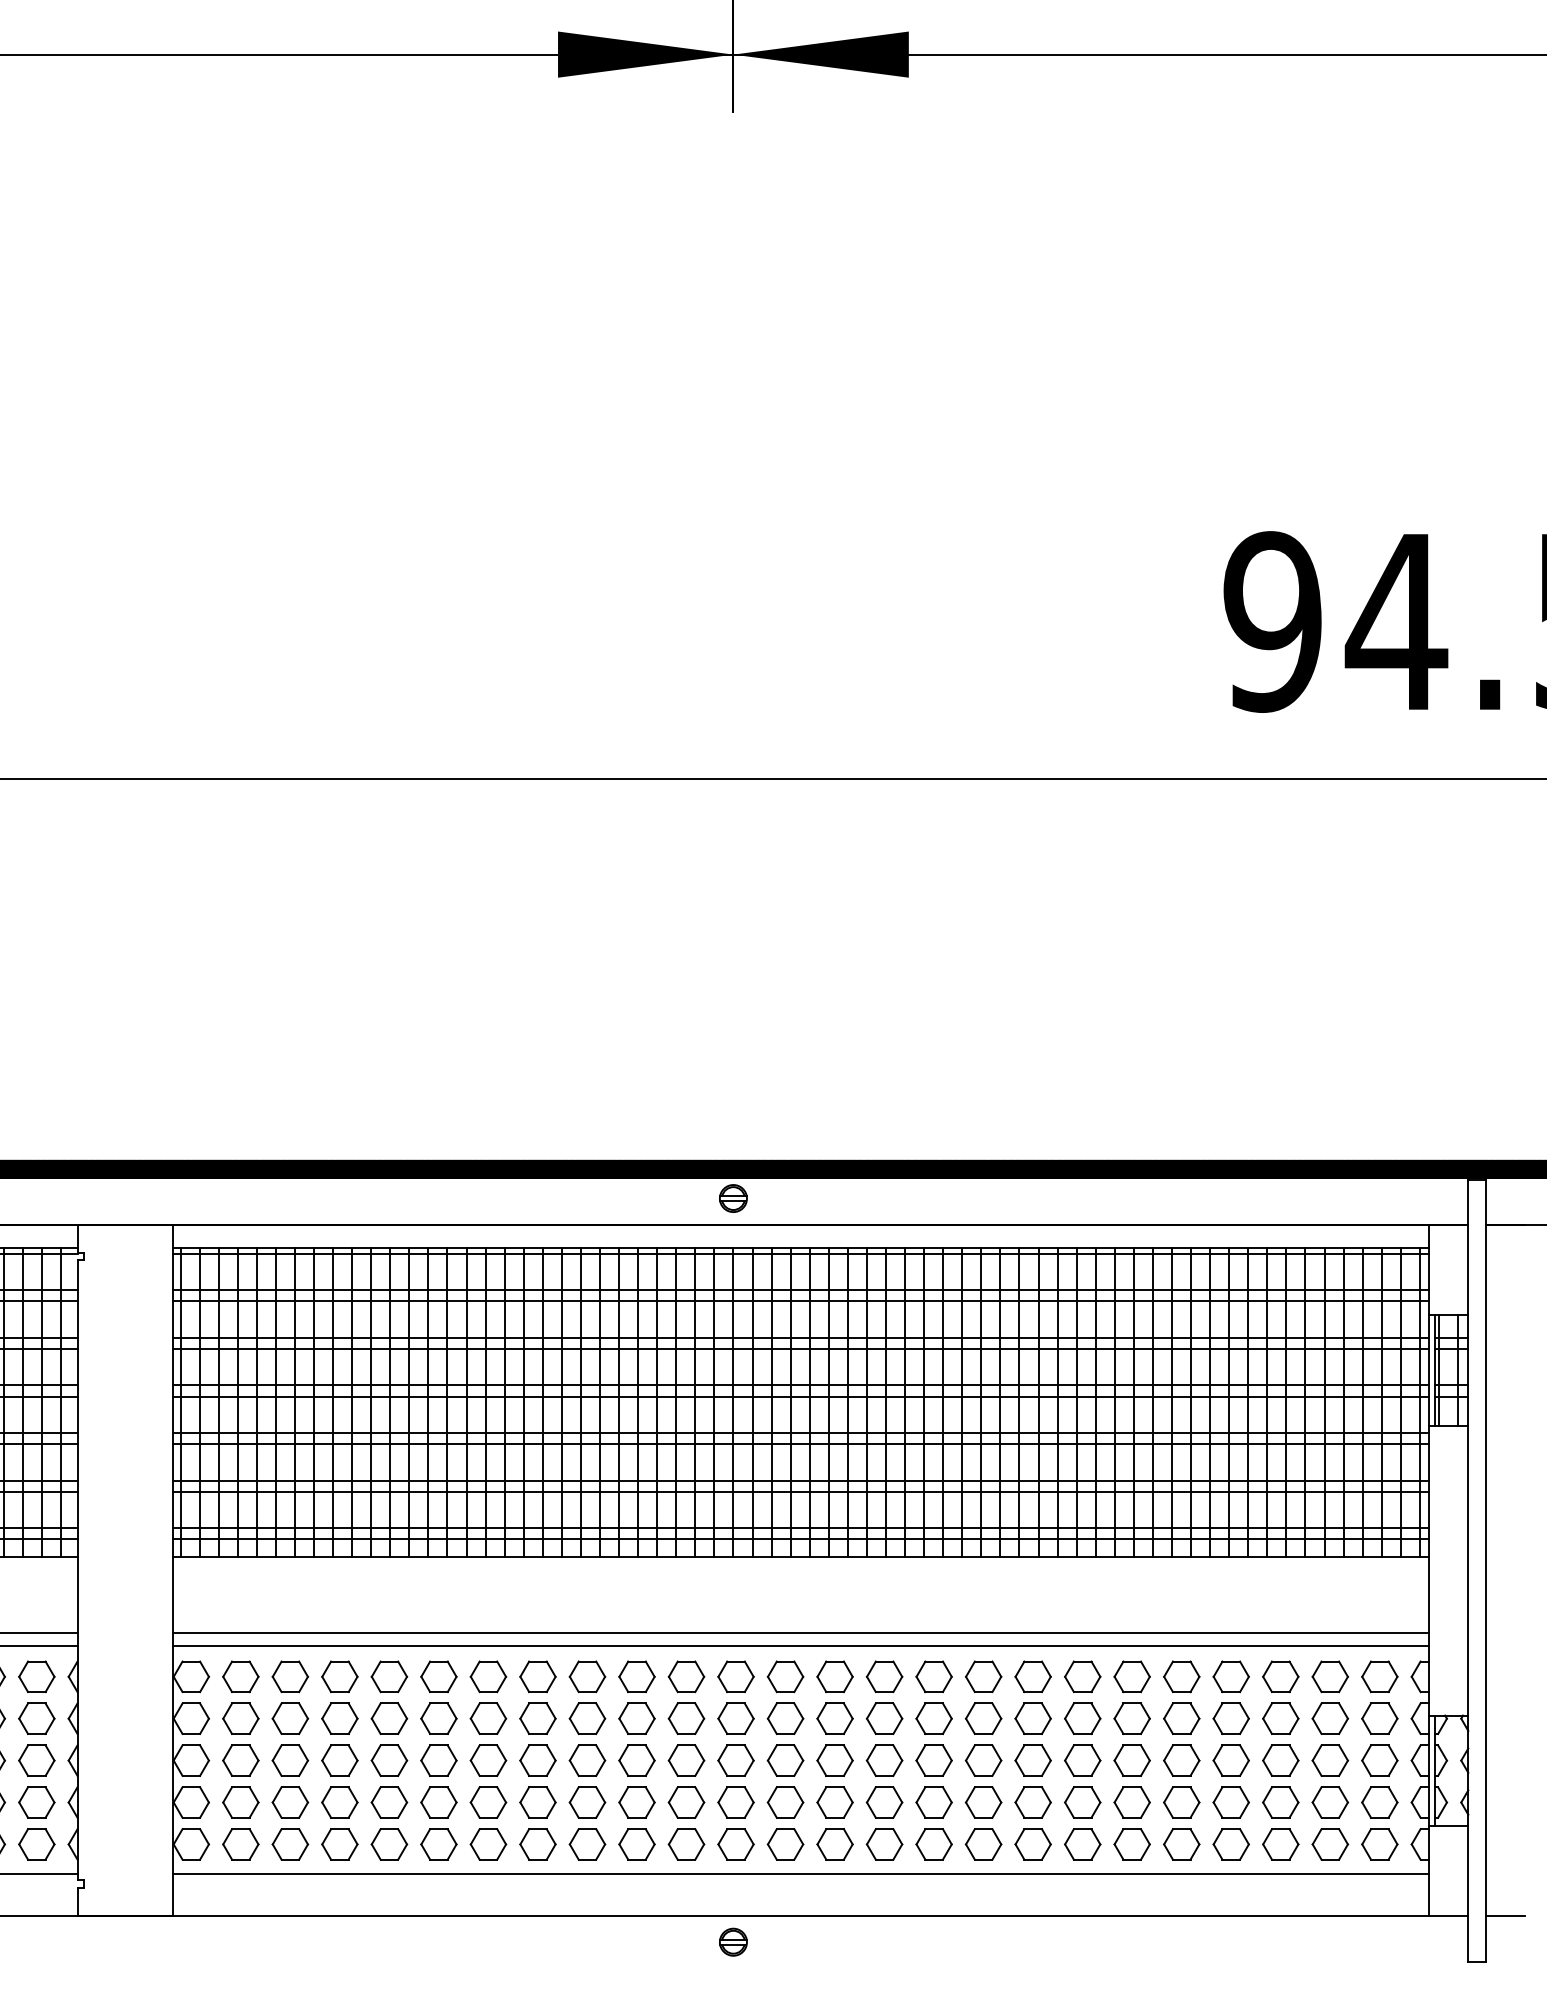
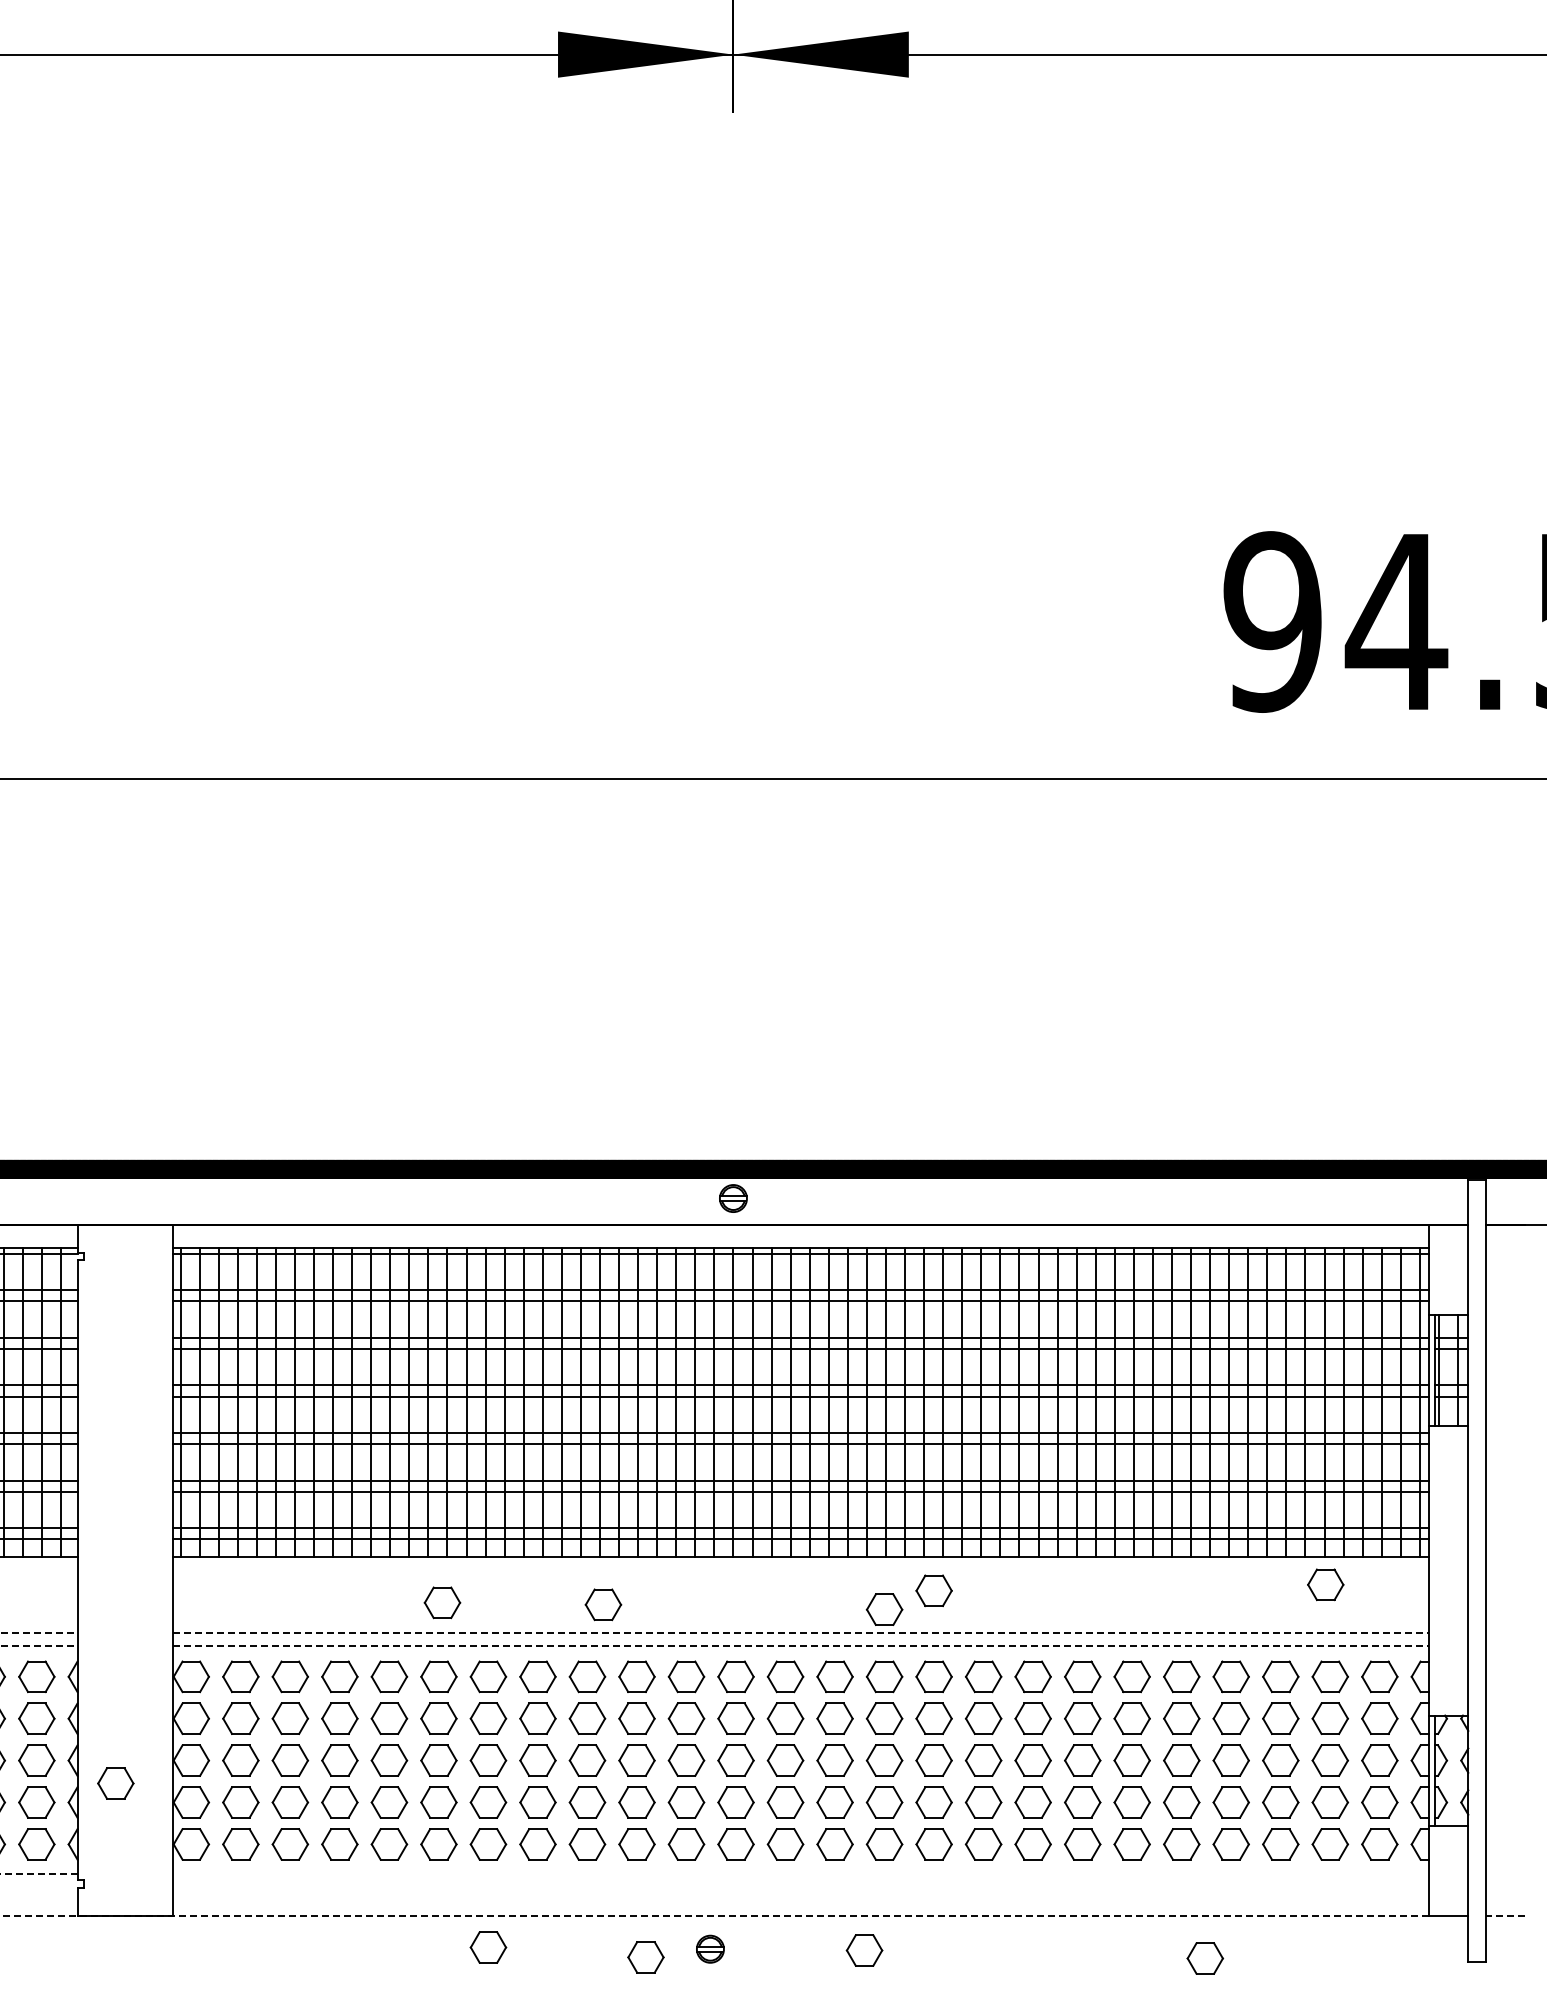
part at (1325, 1584): none -> present
part at (933, 1590): none -> present
part at (442, 1602): none -> present
part at (603, 1604): none -> present
part at (884, 1609): none -> present
line at (39, 1632): solid -> dashed
line at (801, 1632): solid -> dashed
line at (39, 1645): solid -> dashed
line at (801, 1645): solid -> dashed
part at (115, 1783): none -> present
line at (38, 1874): solid -> dashed
line at (800, 1874): present -> none
line at (714, 1915): solid -> dashed
line at (1504, 1915): solid -> dashed
part at (733, 1941) position: (733, 1941) -> (710, 1948)
part at (488, 1947): none -> present
part at (864, 1950): none -> present
part at (645, 1957): none -> present
part at (1205, 1958): none -> present
